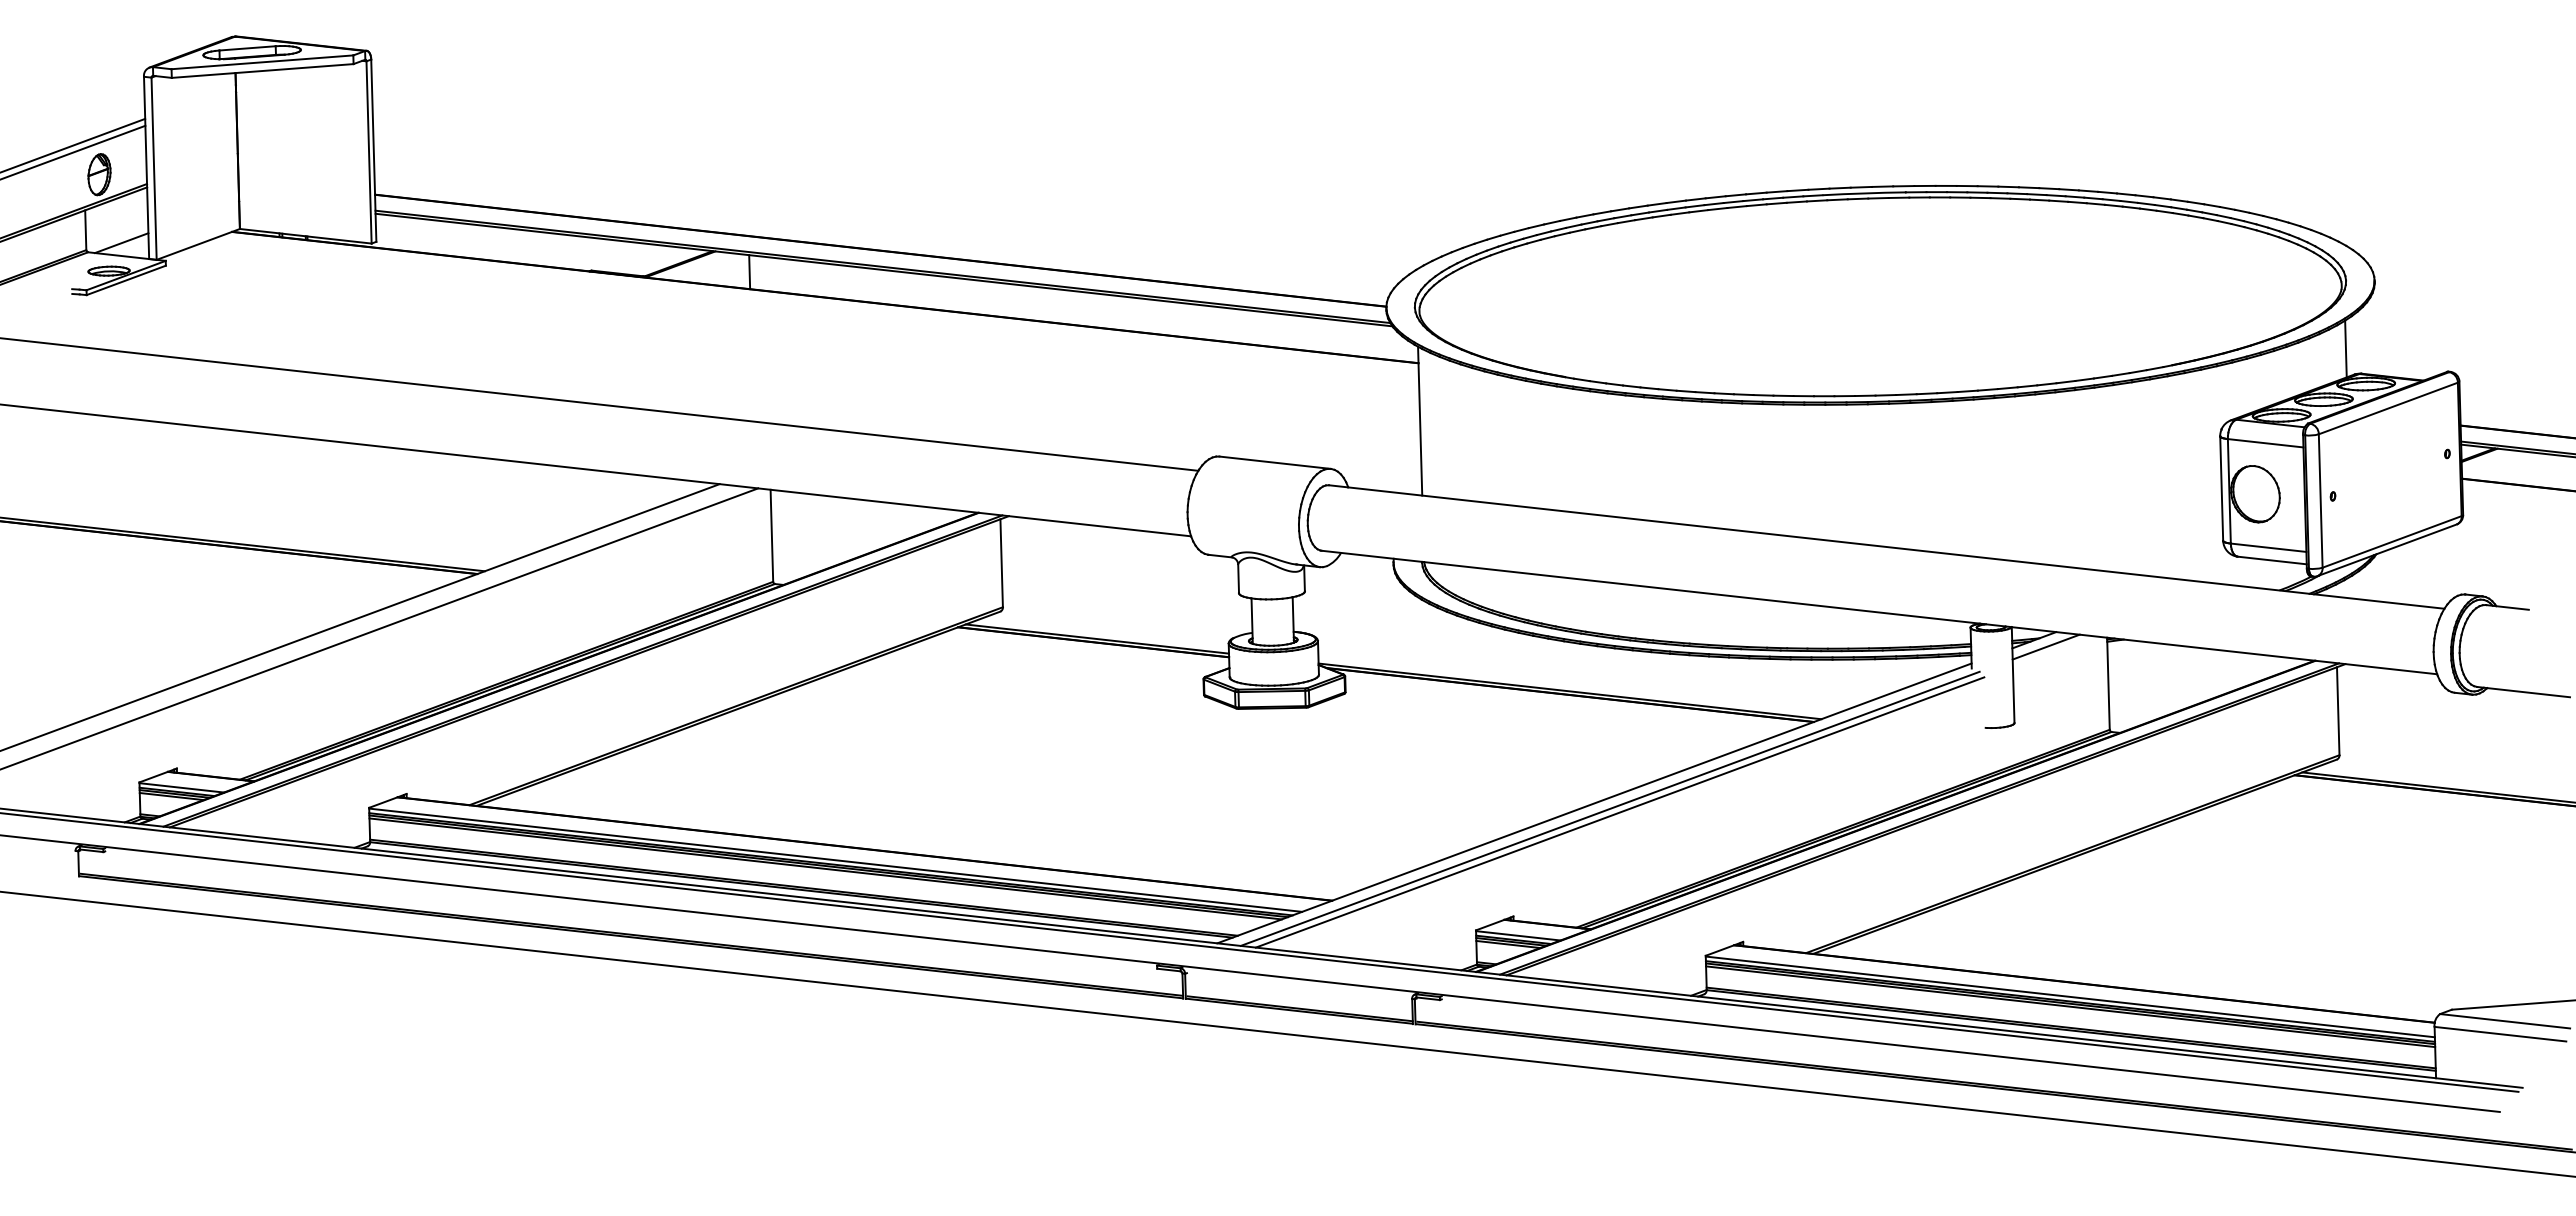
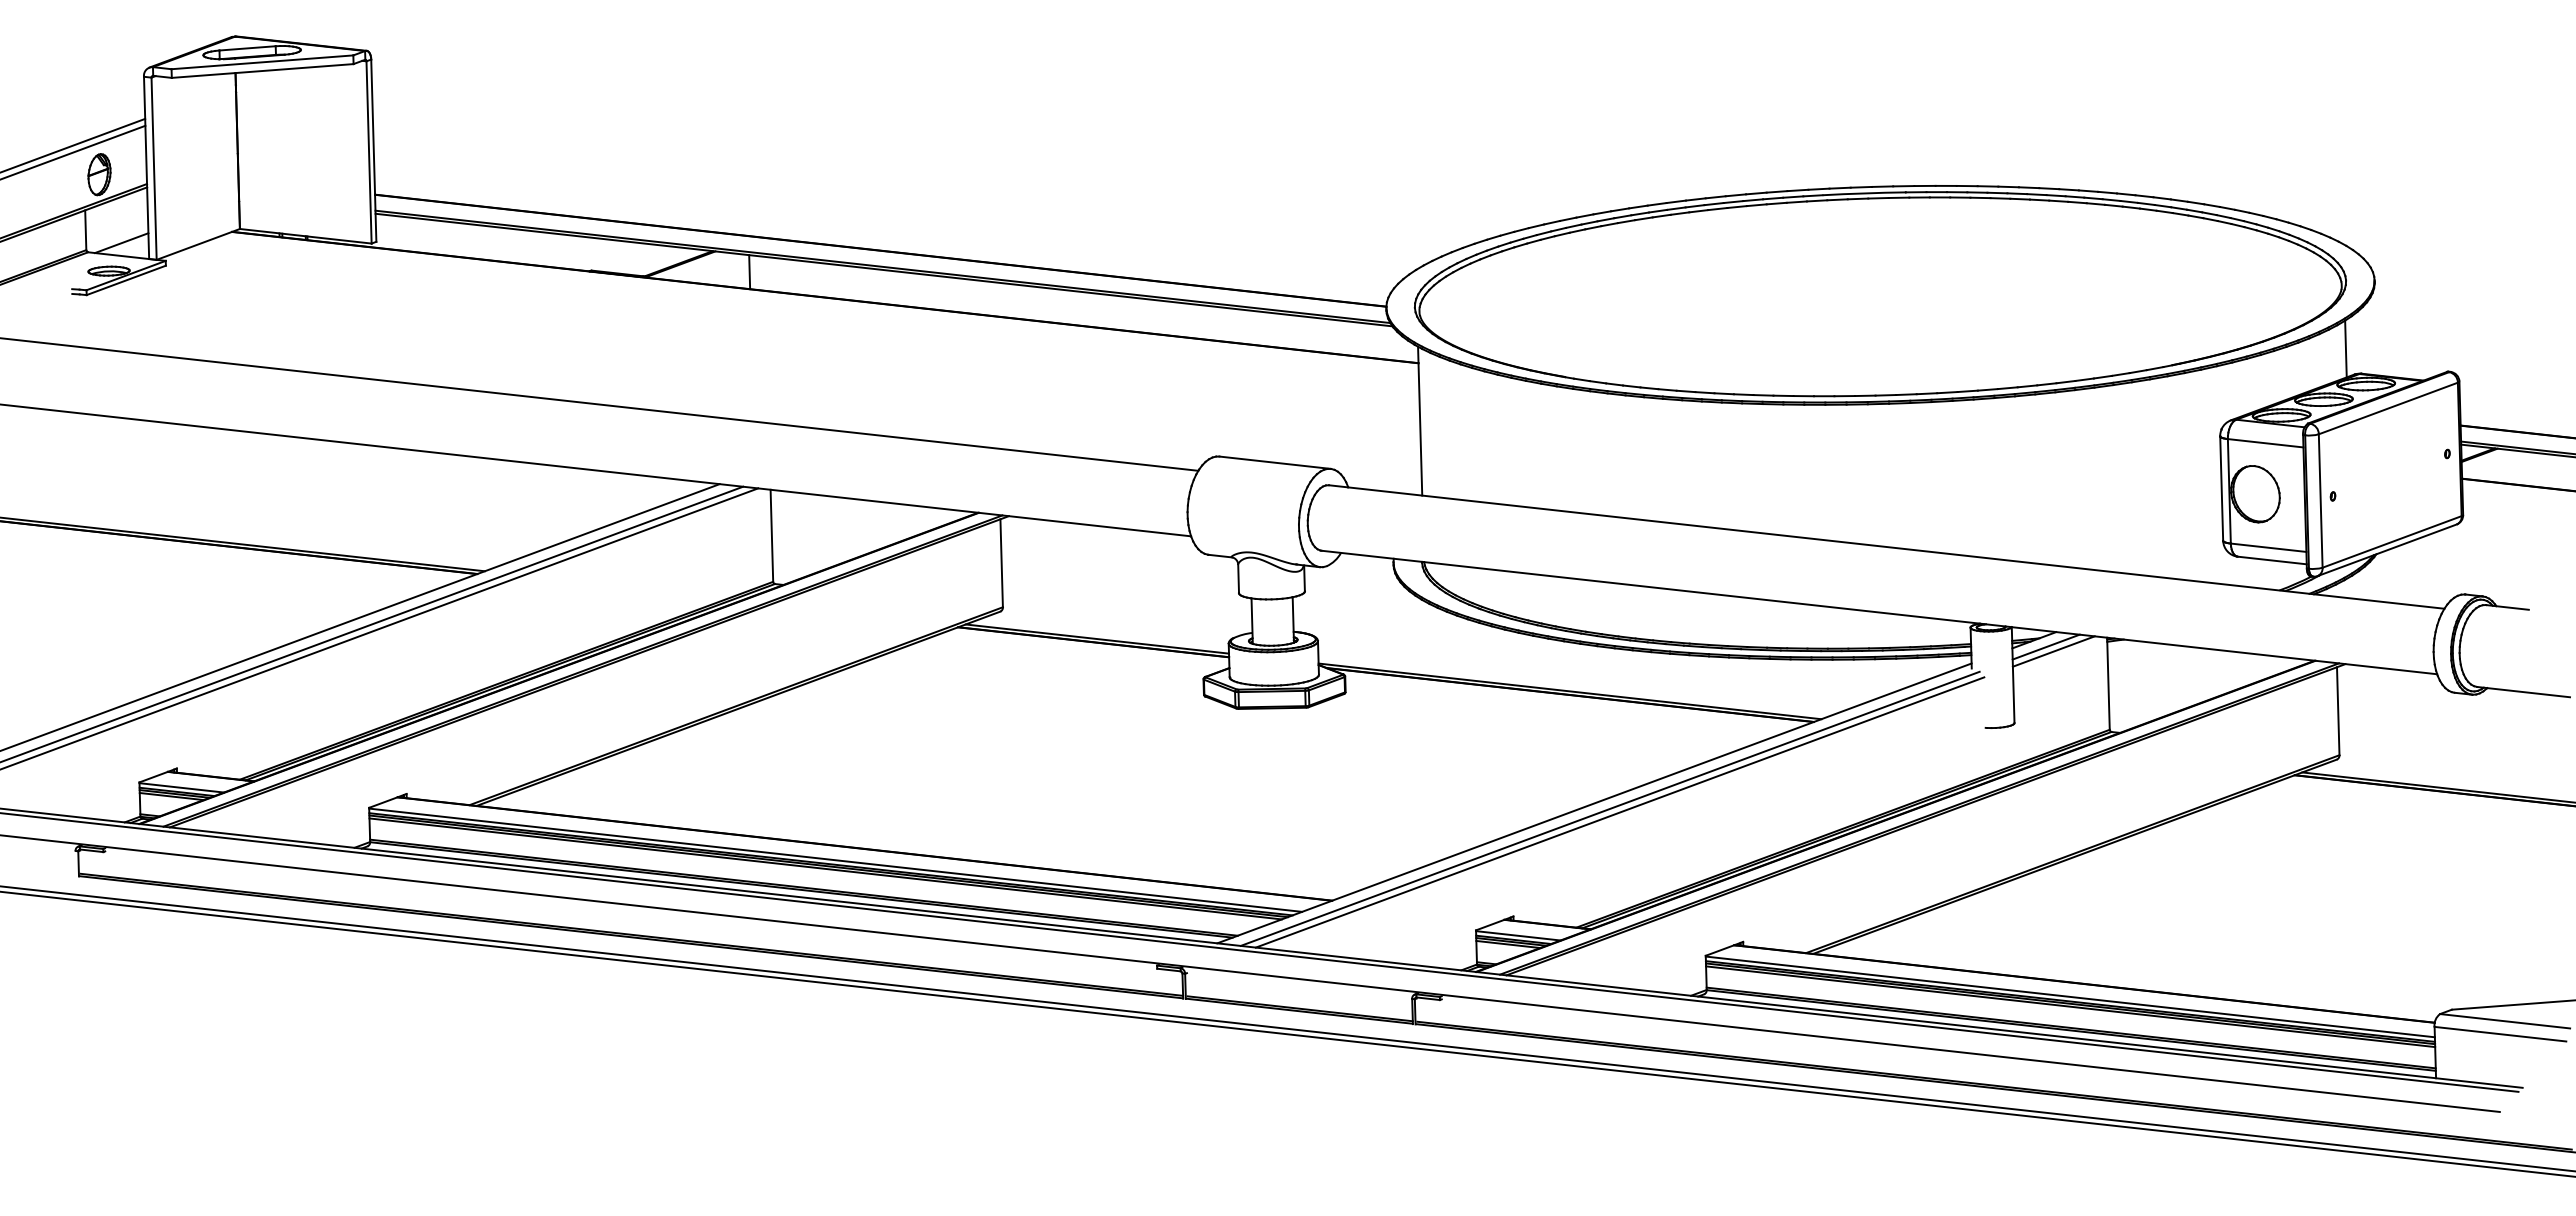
line at (372, 623): none -> present
line at (2053, 651): none -> present
line at (1287, 1028): none -> present
